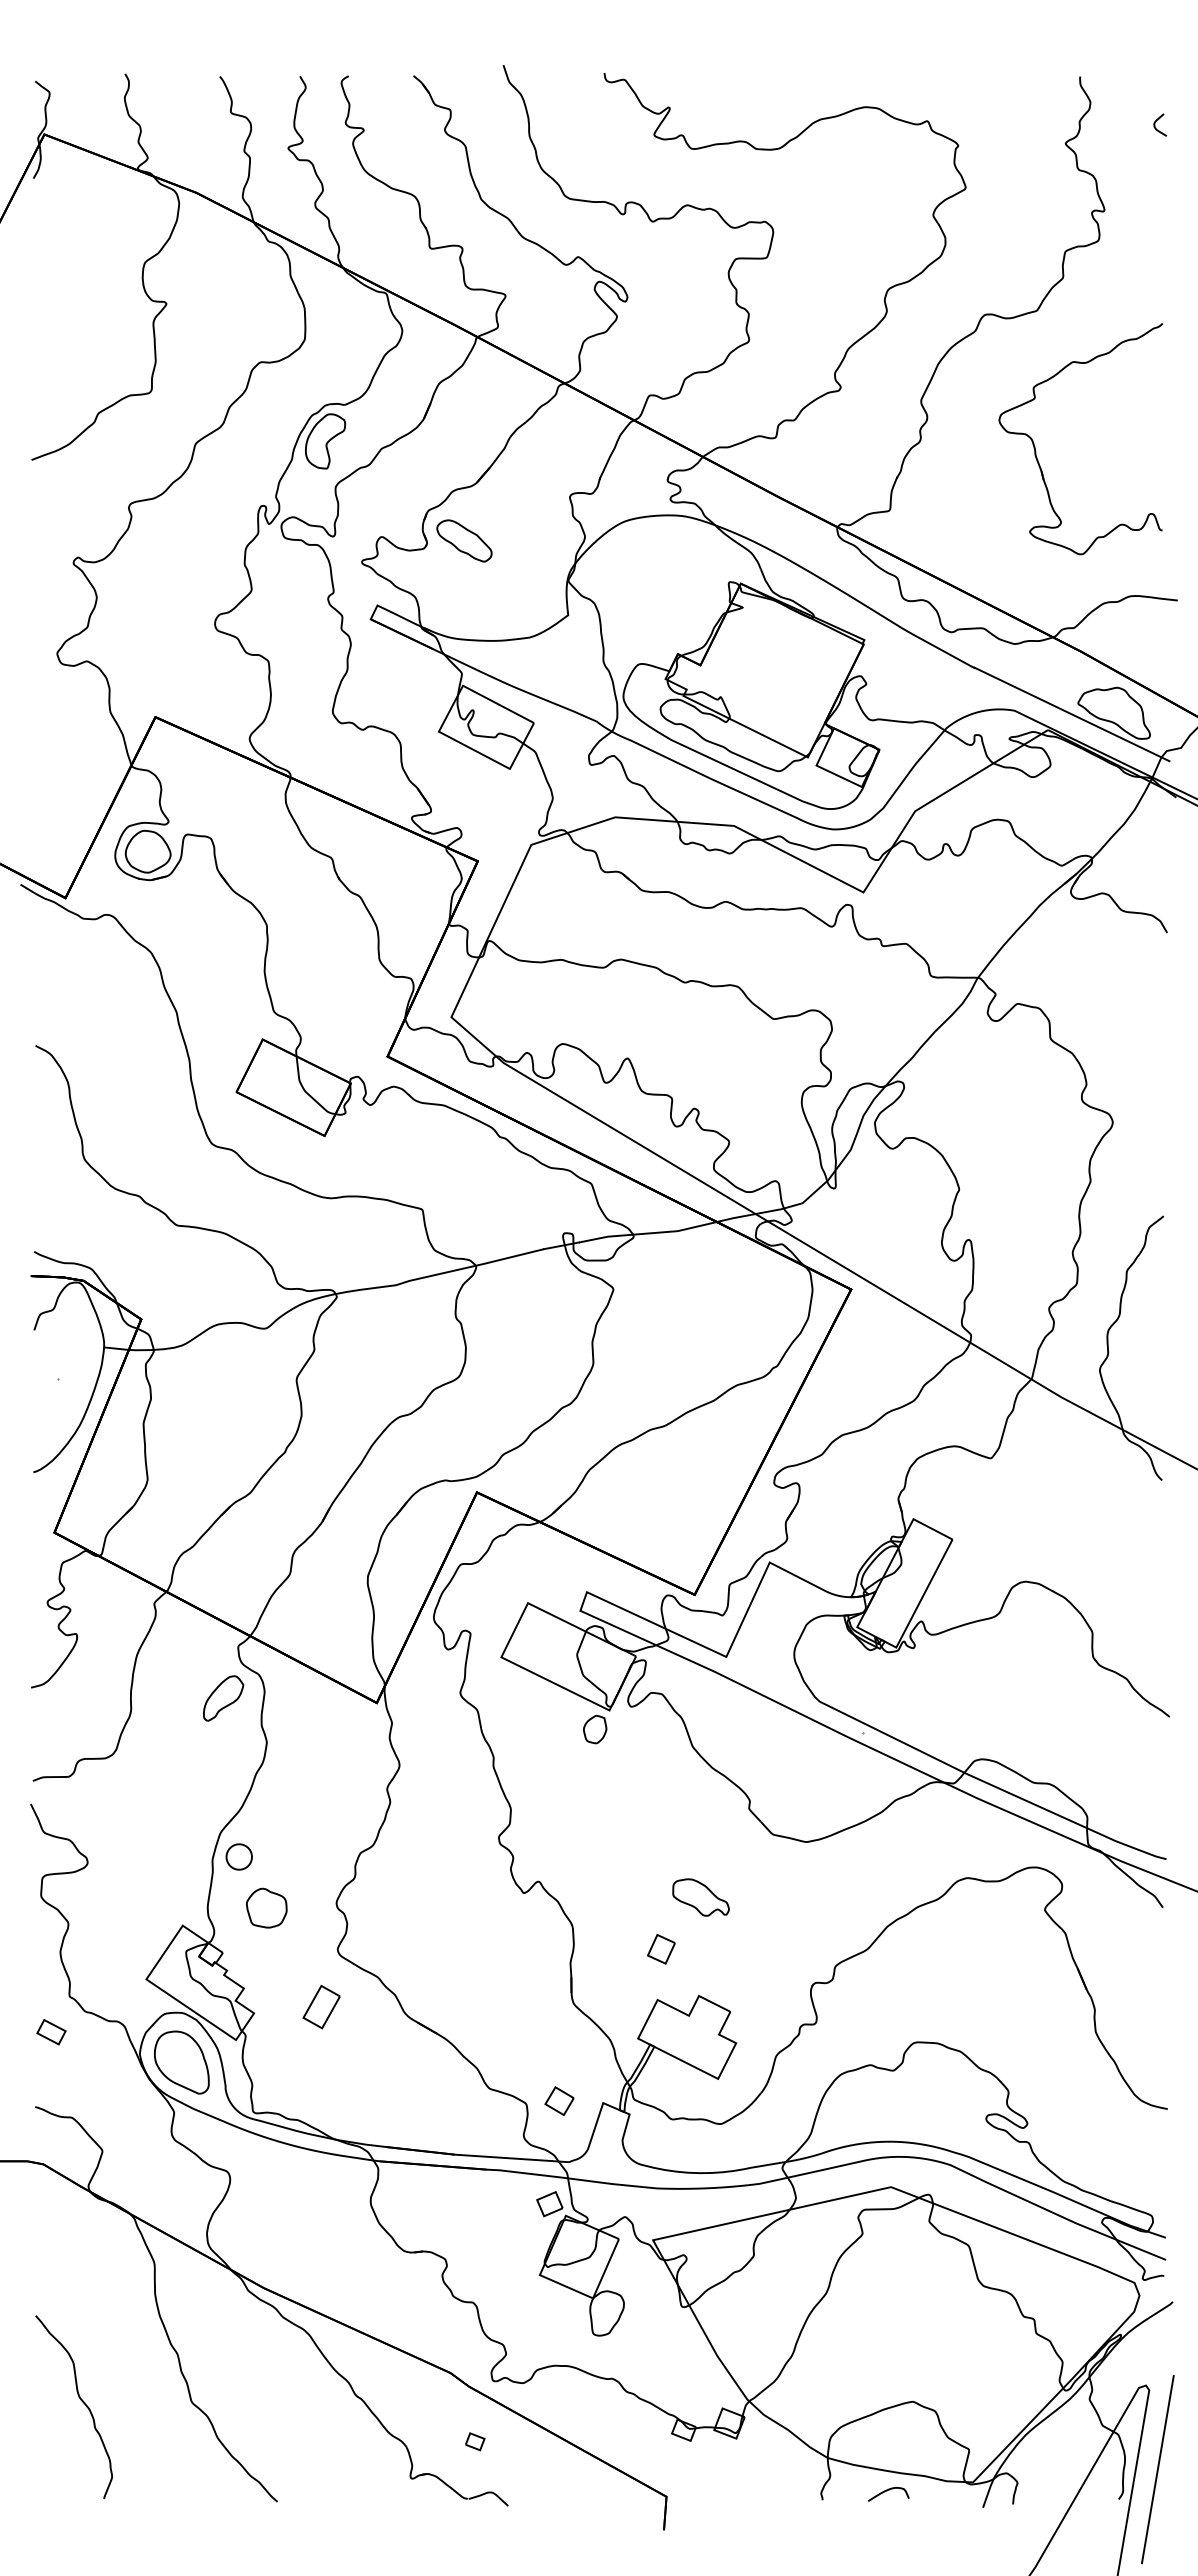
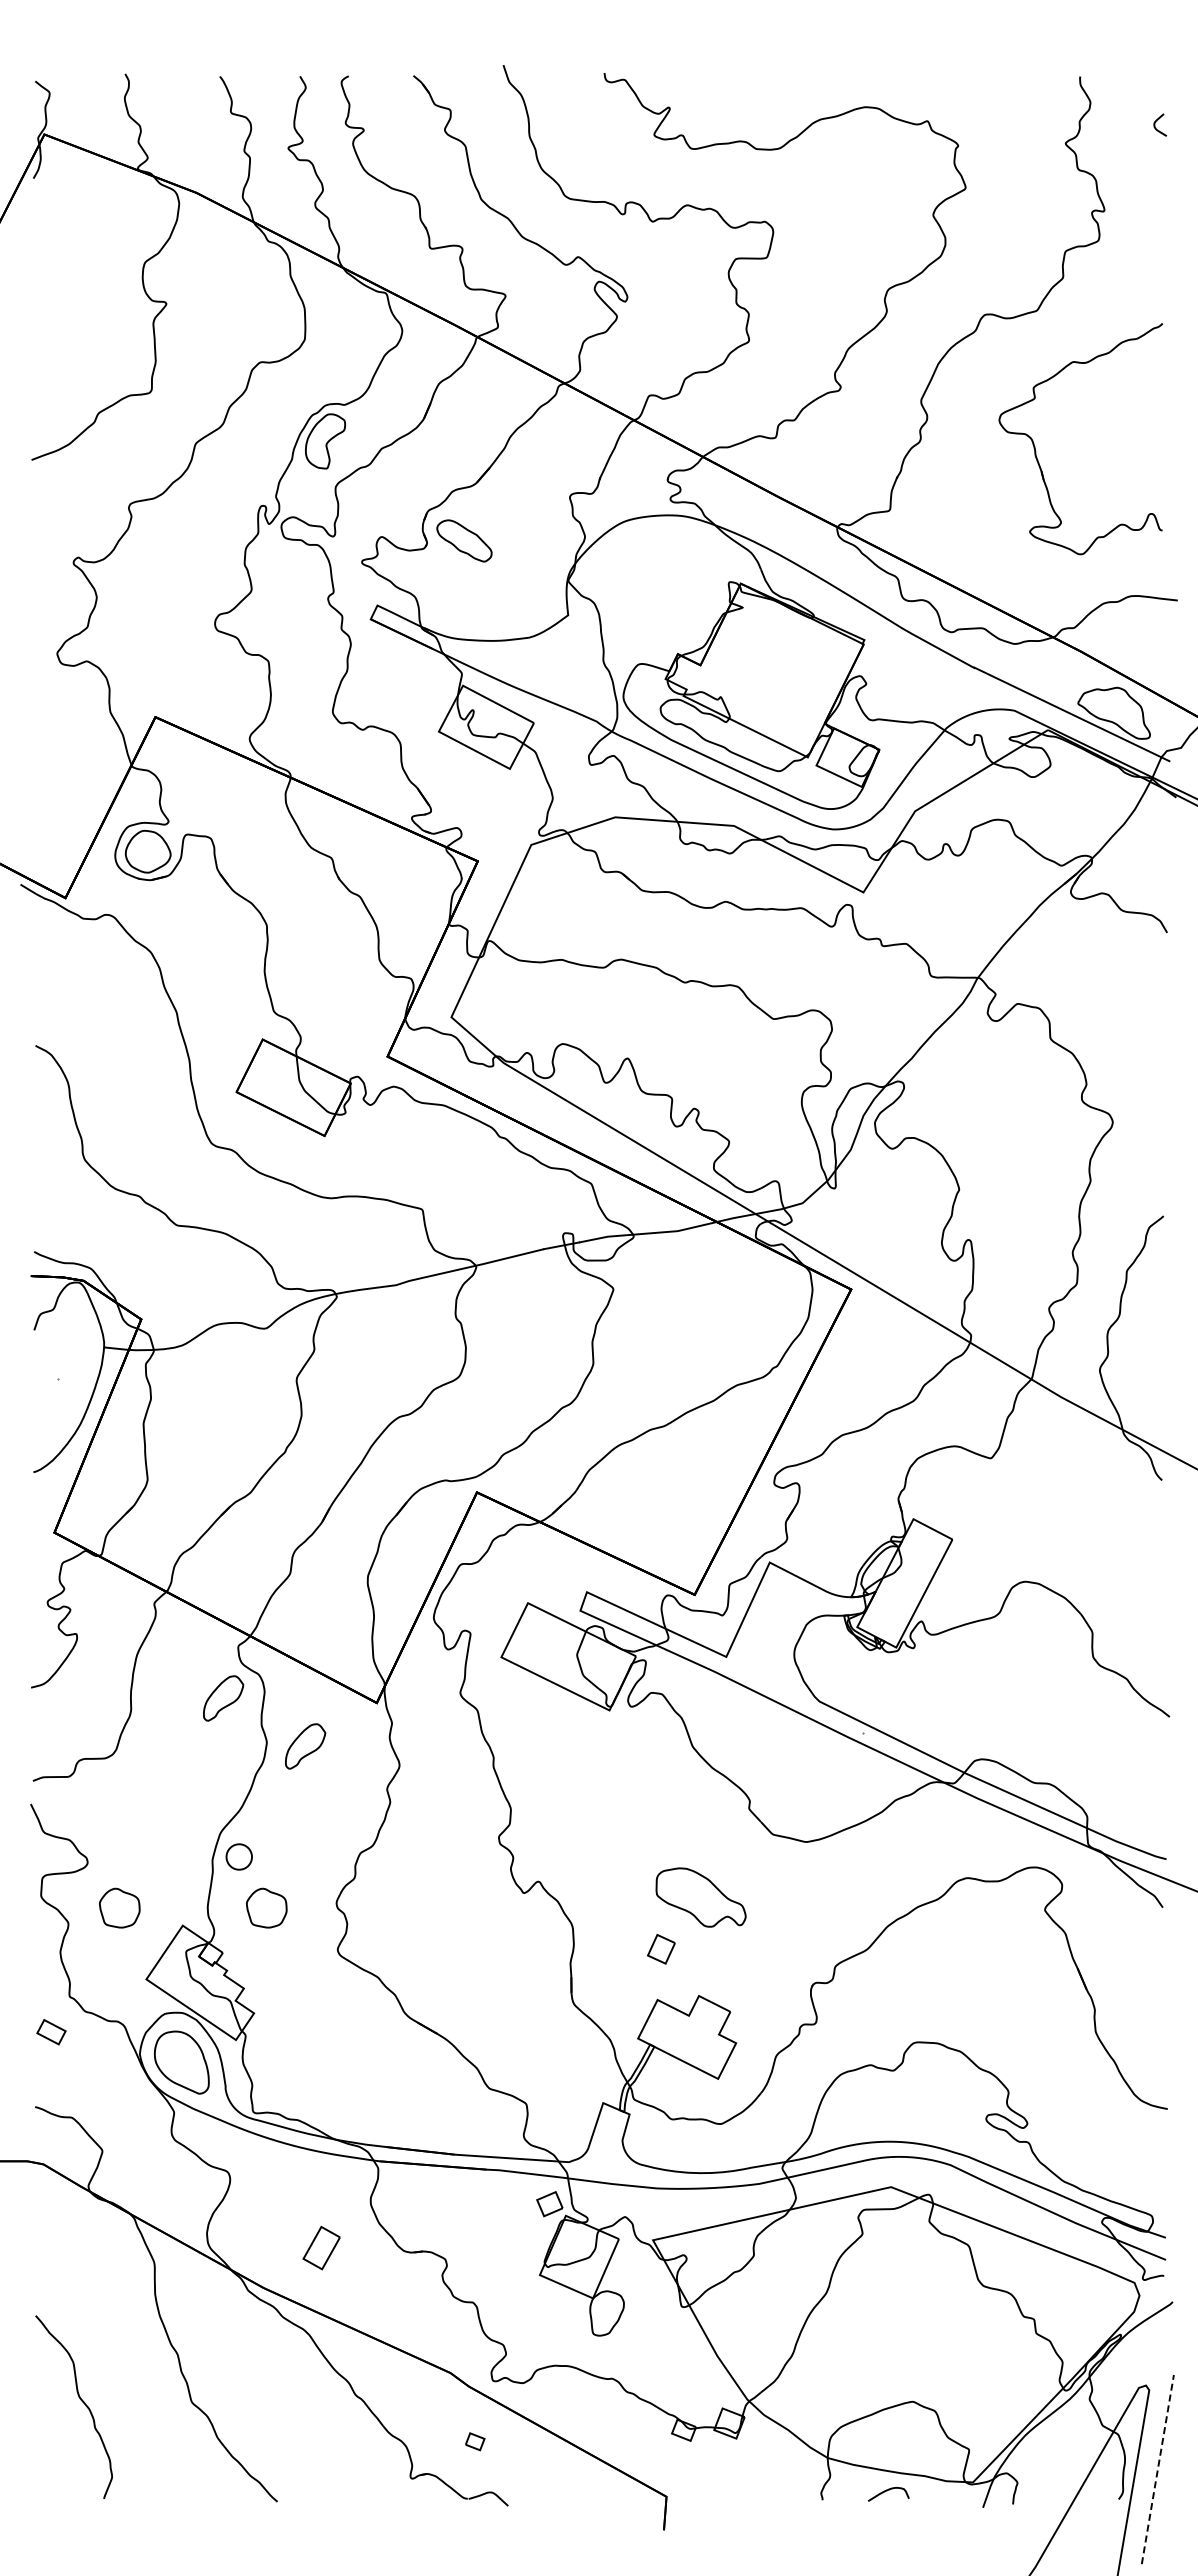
part at (595, 1729): present -> none
part at (305, 1746): none -> present
part at (700, 1897) size: 58x39 px -> 92x61 px
part at (119, 1907): none -> present
part at (321, 2006) position: (321, 2006) -> (321, 2247)
part at (559, 2100): present -> none
line at (1157, 2469): solid -> dashed
